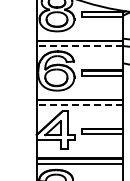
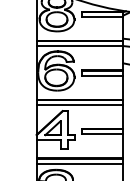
line at (80, 46): dashed -> solid
line at (80, 105): dashed -> solid
